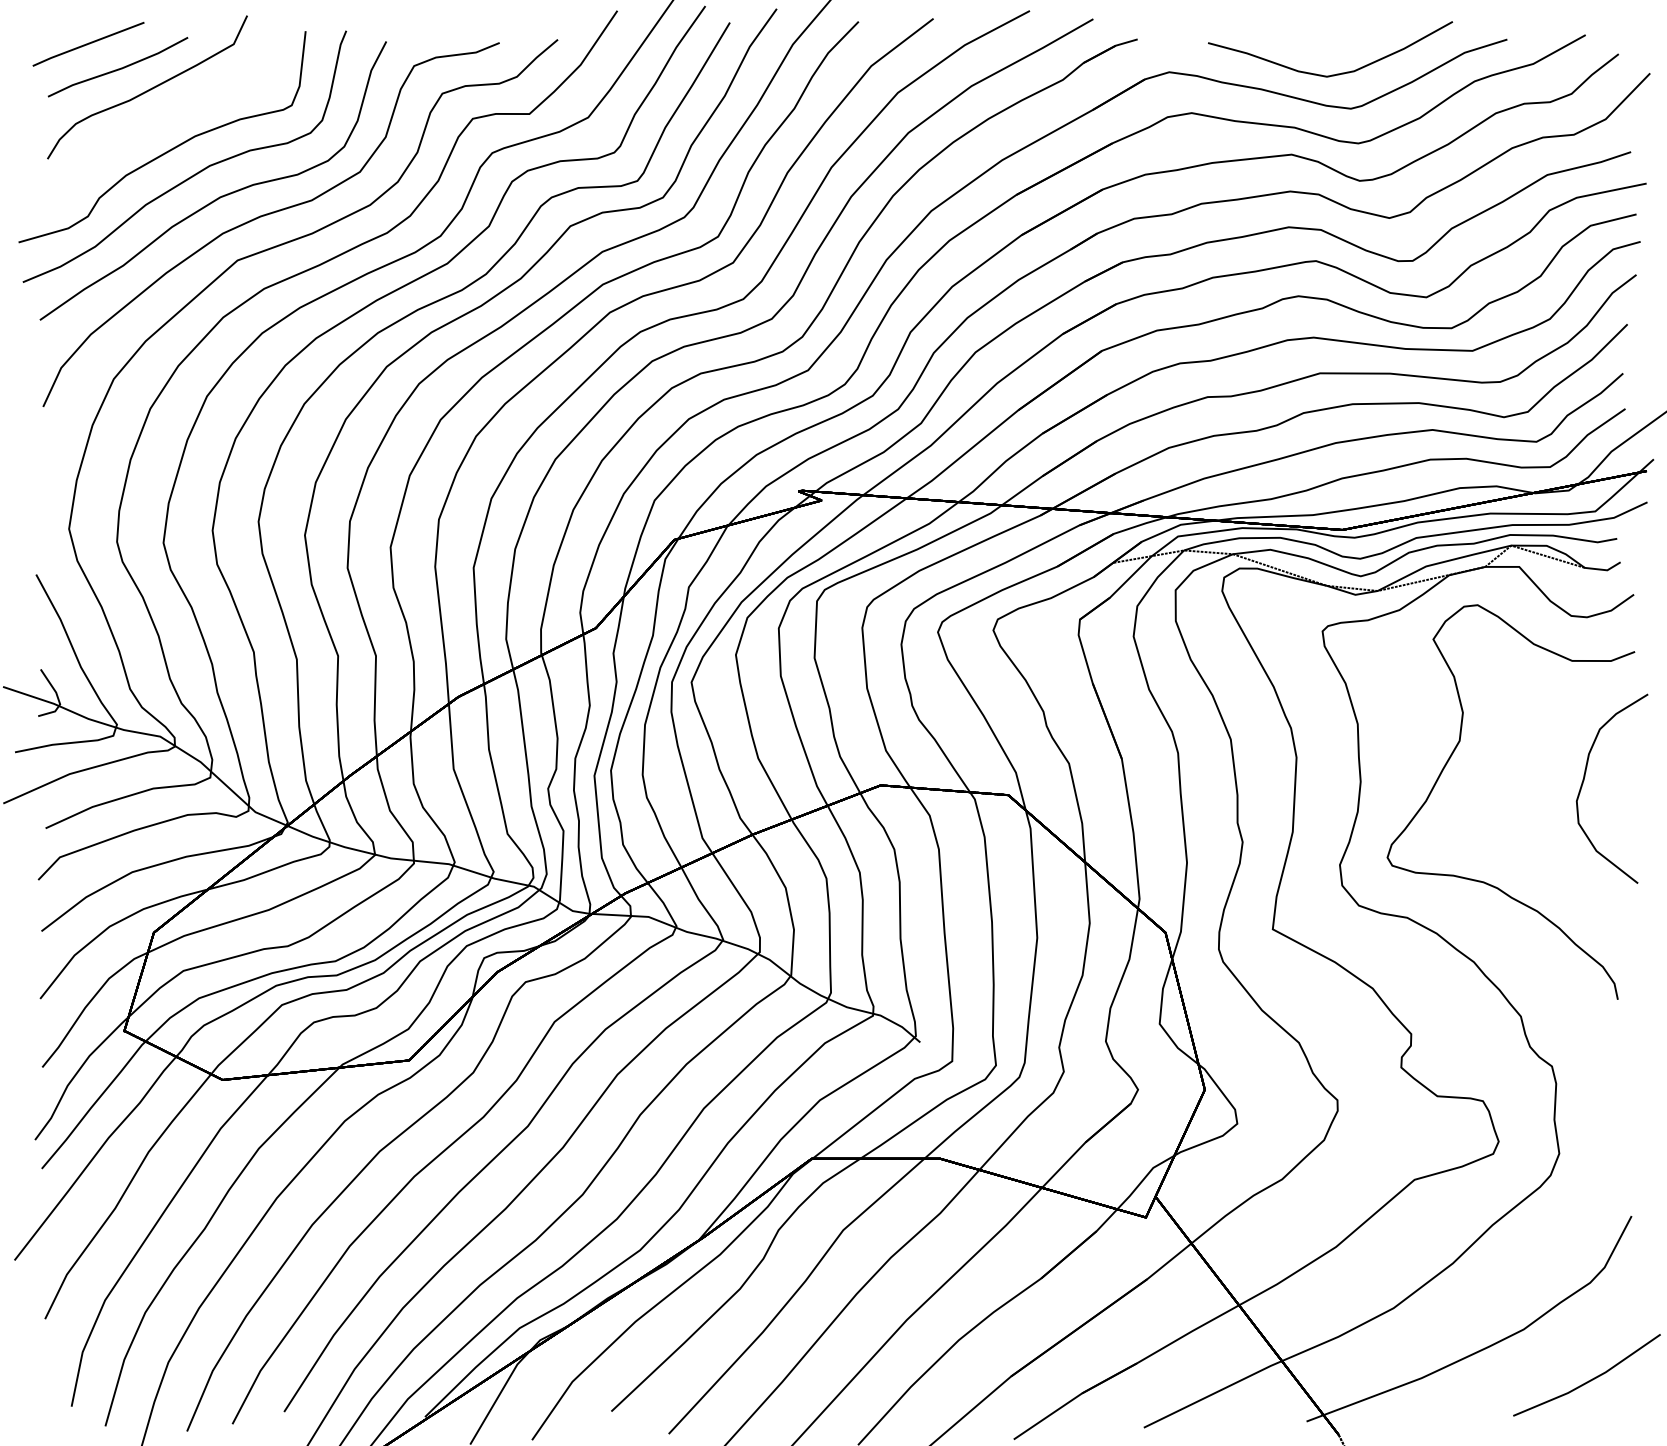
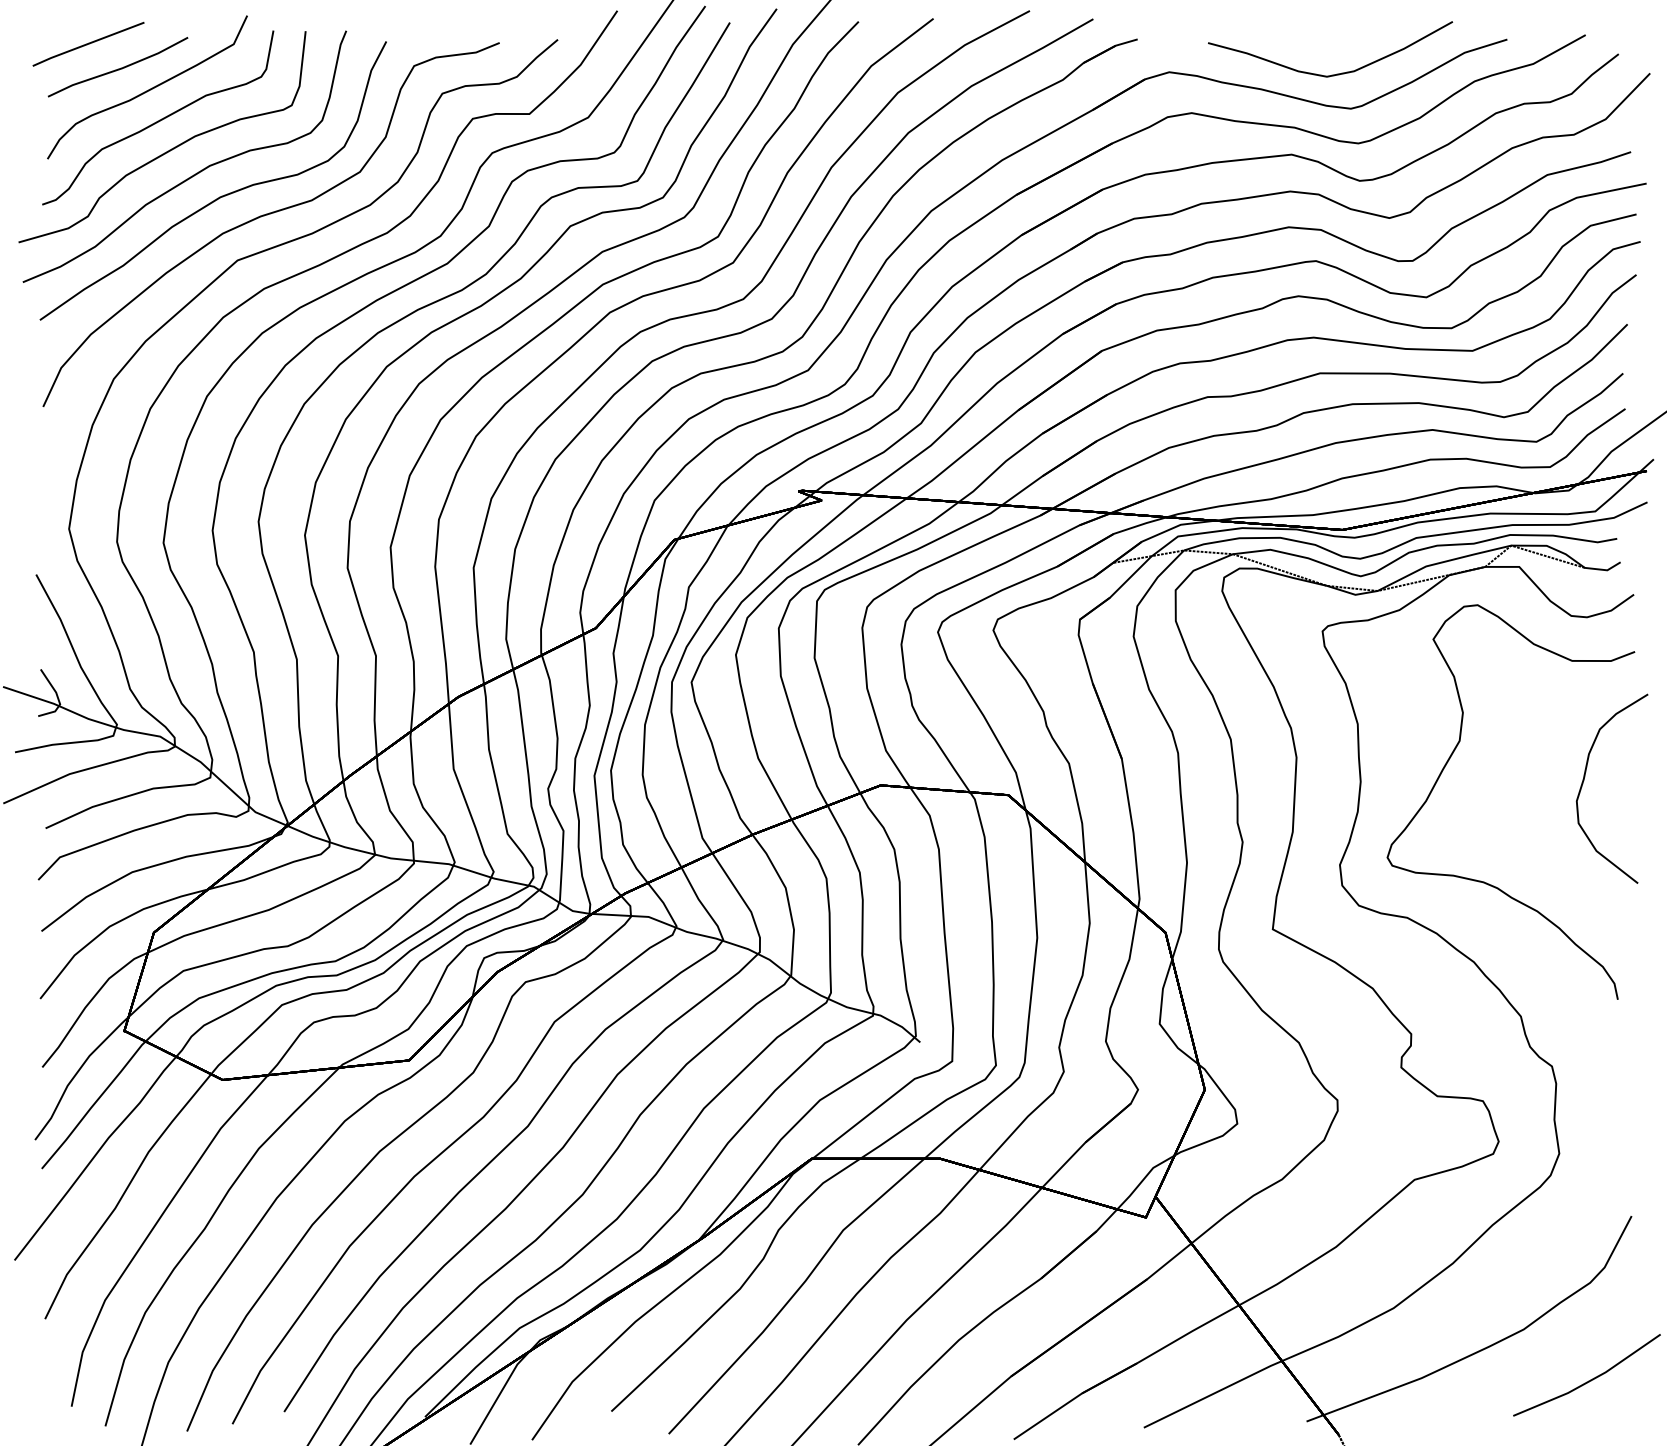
part at (158, 117): none -> present
